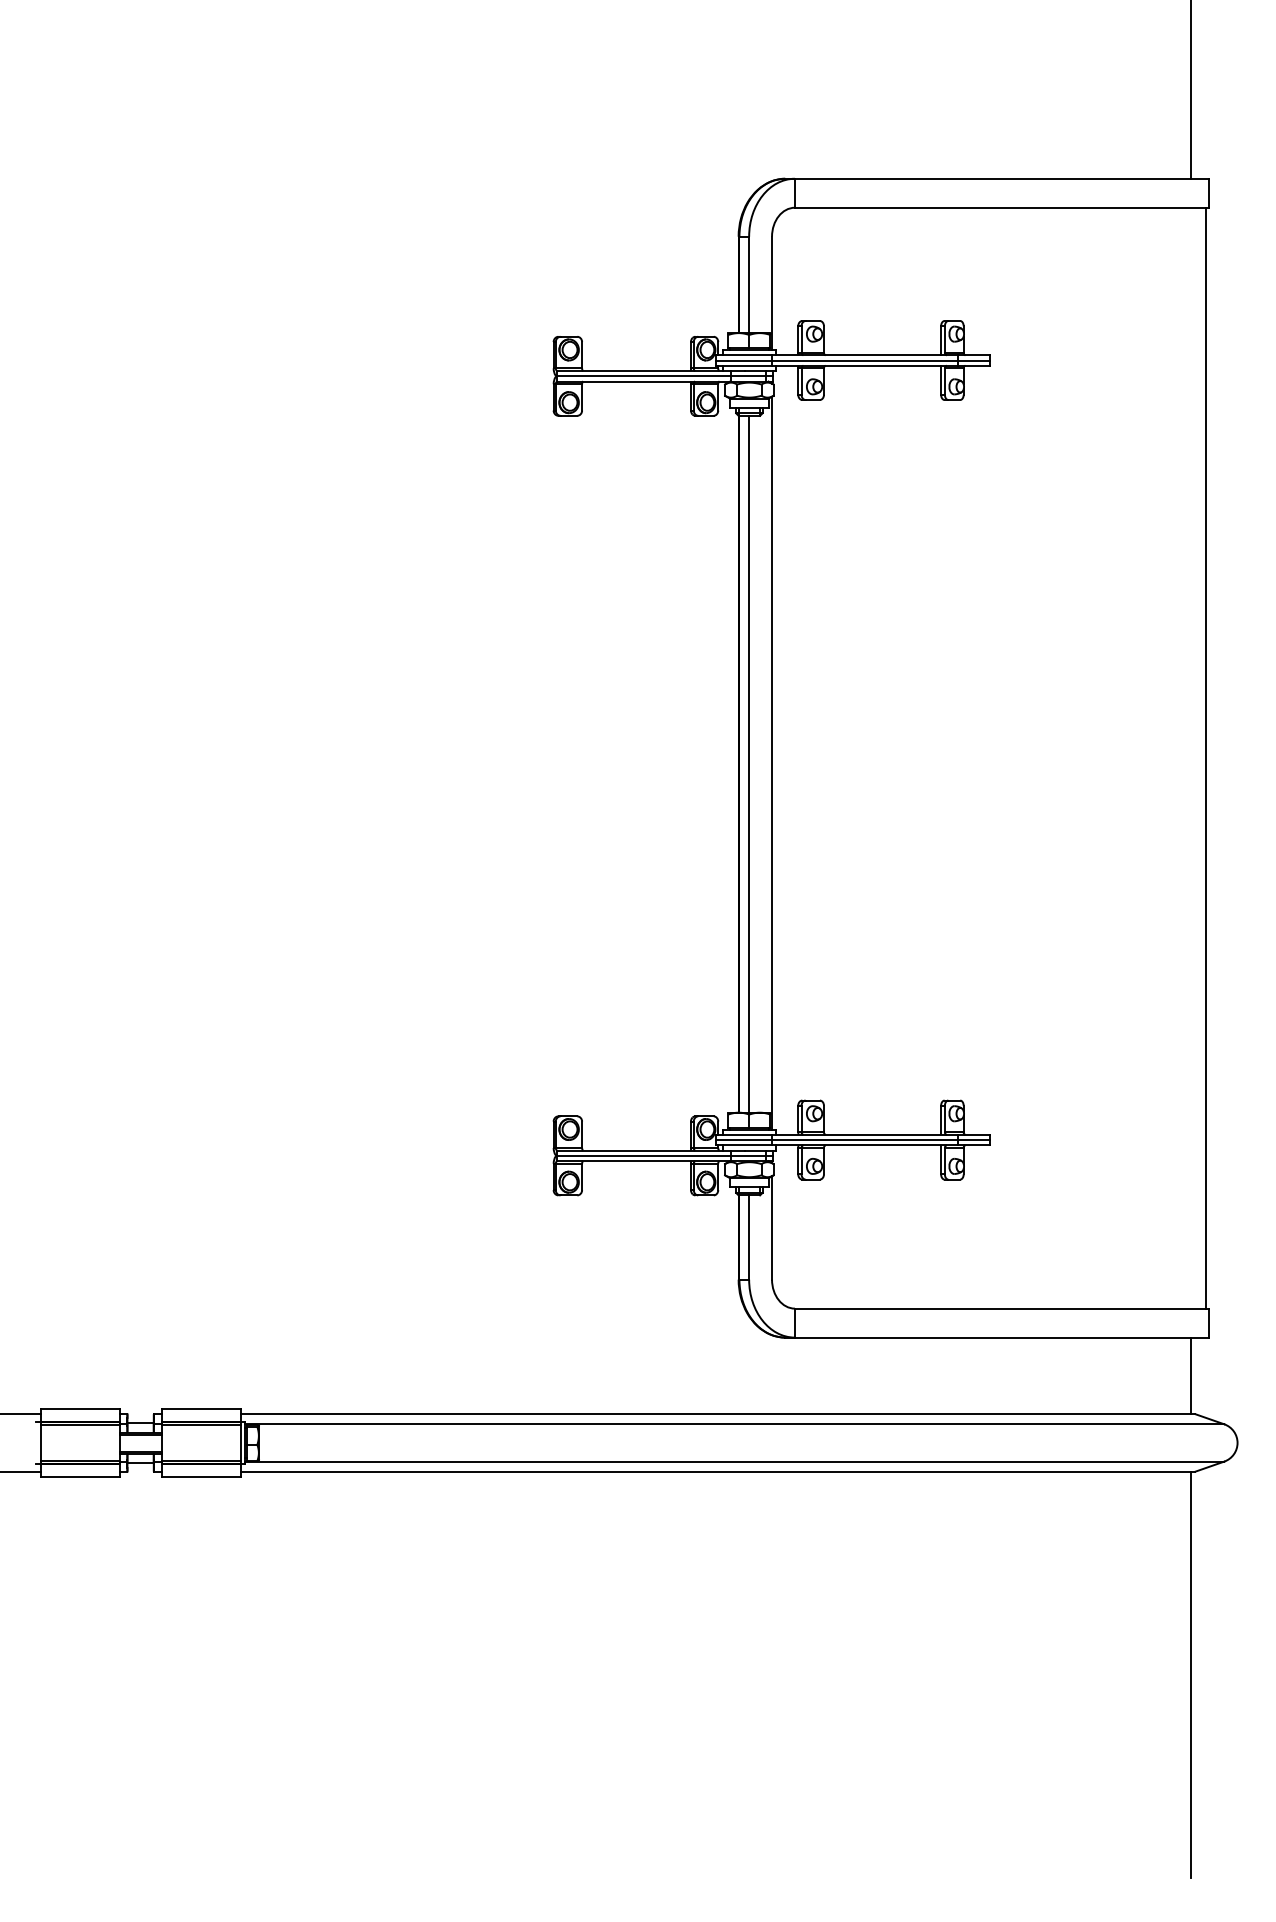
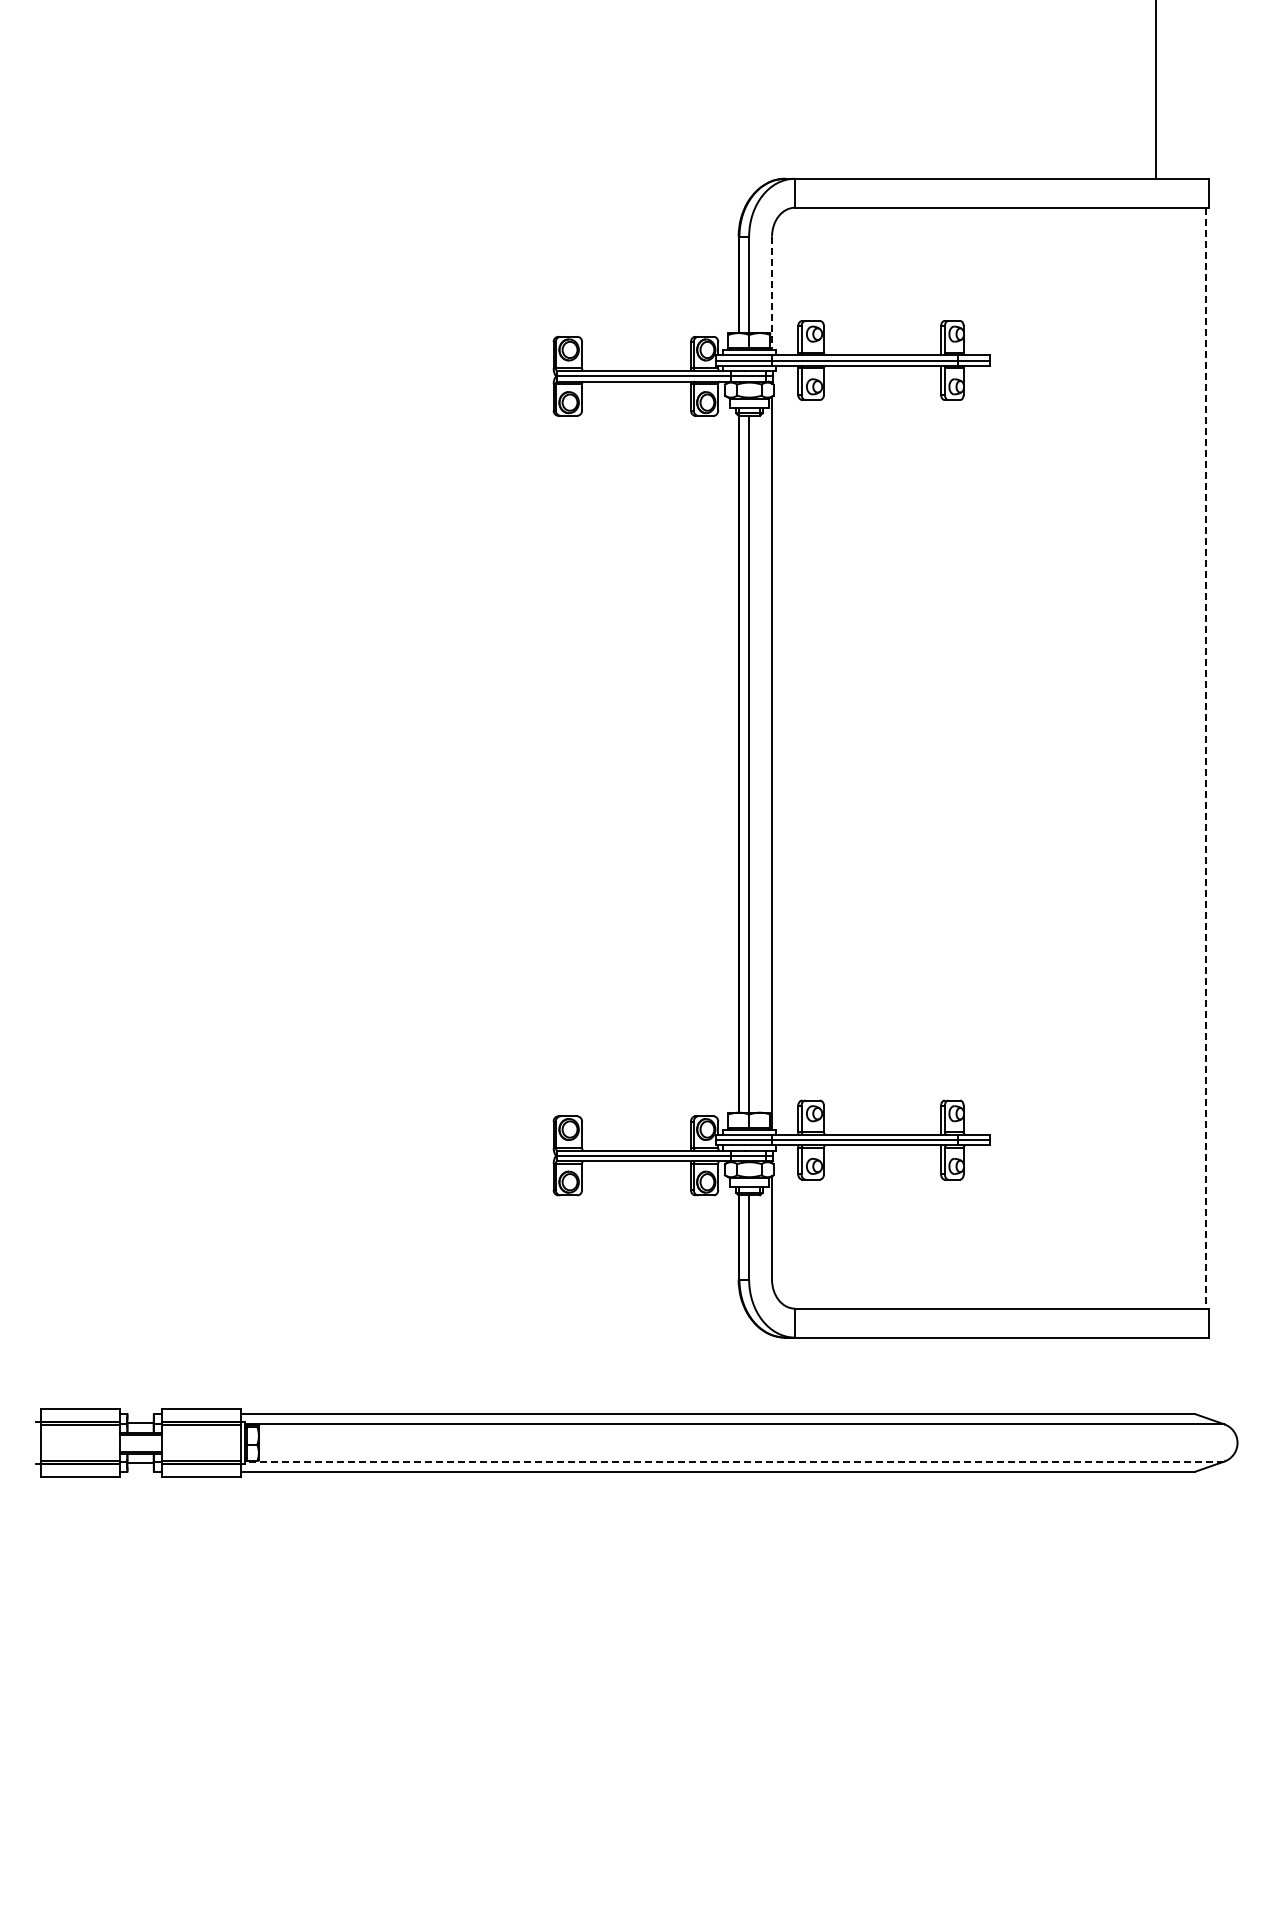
line at (1190, 90) position: (1190, 90) -> (1155, 90)
line at (772, 293): solid -> dashed
line at (1206, 758): solid -> dashed
line at (1190, 1375): present -> none
line at (21, 1414): present -> none
line at (734, 1461): solid -> dashed
line at (21, 1471): present -> none
line at (1190, 1674): present -> none
